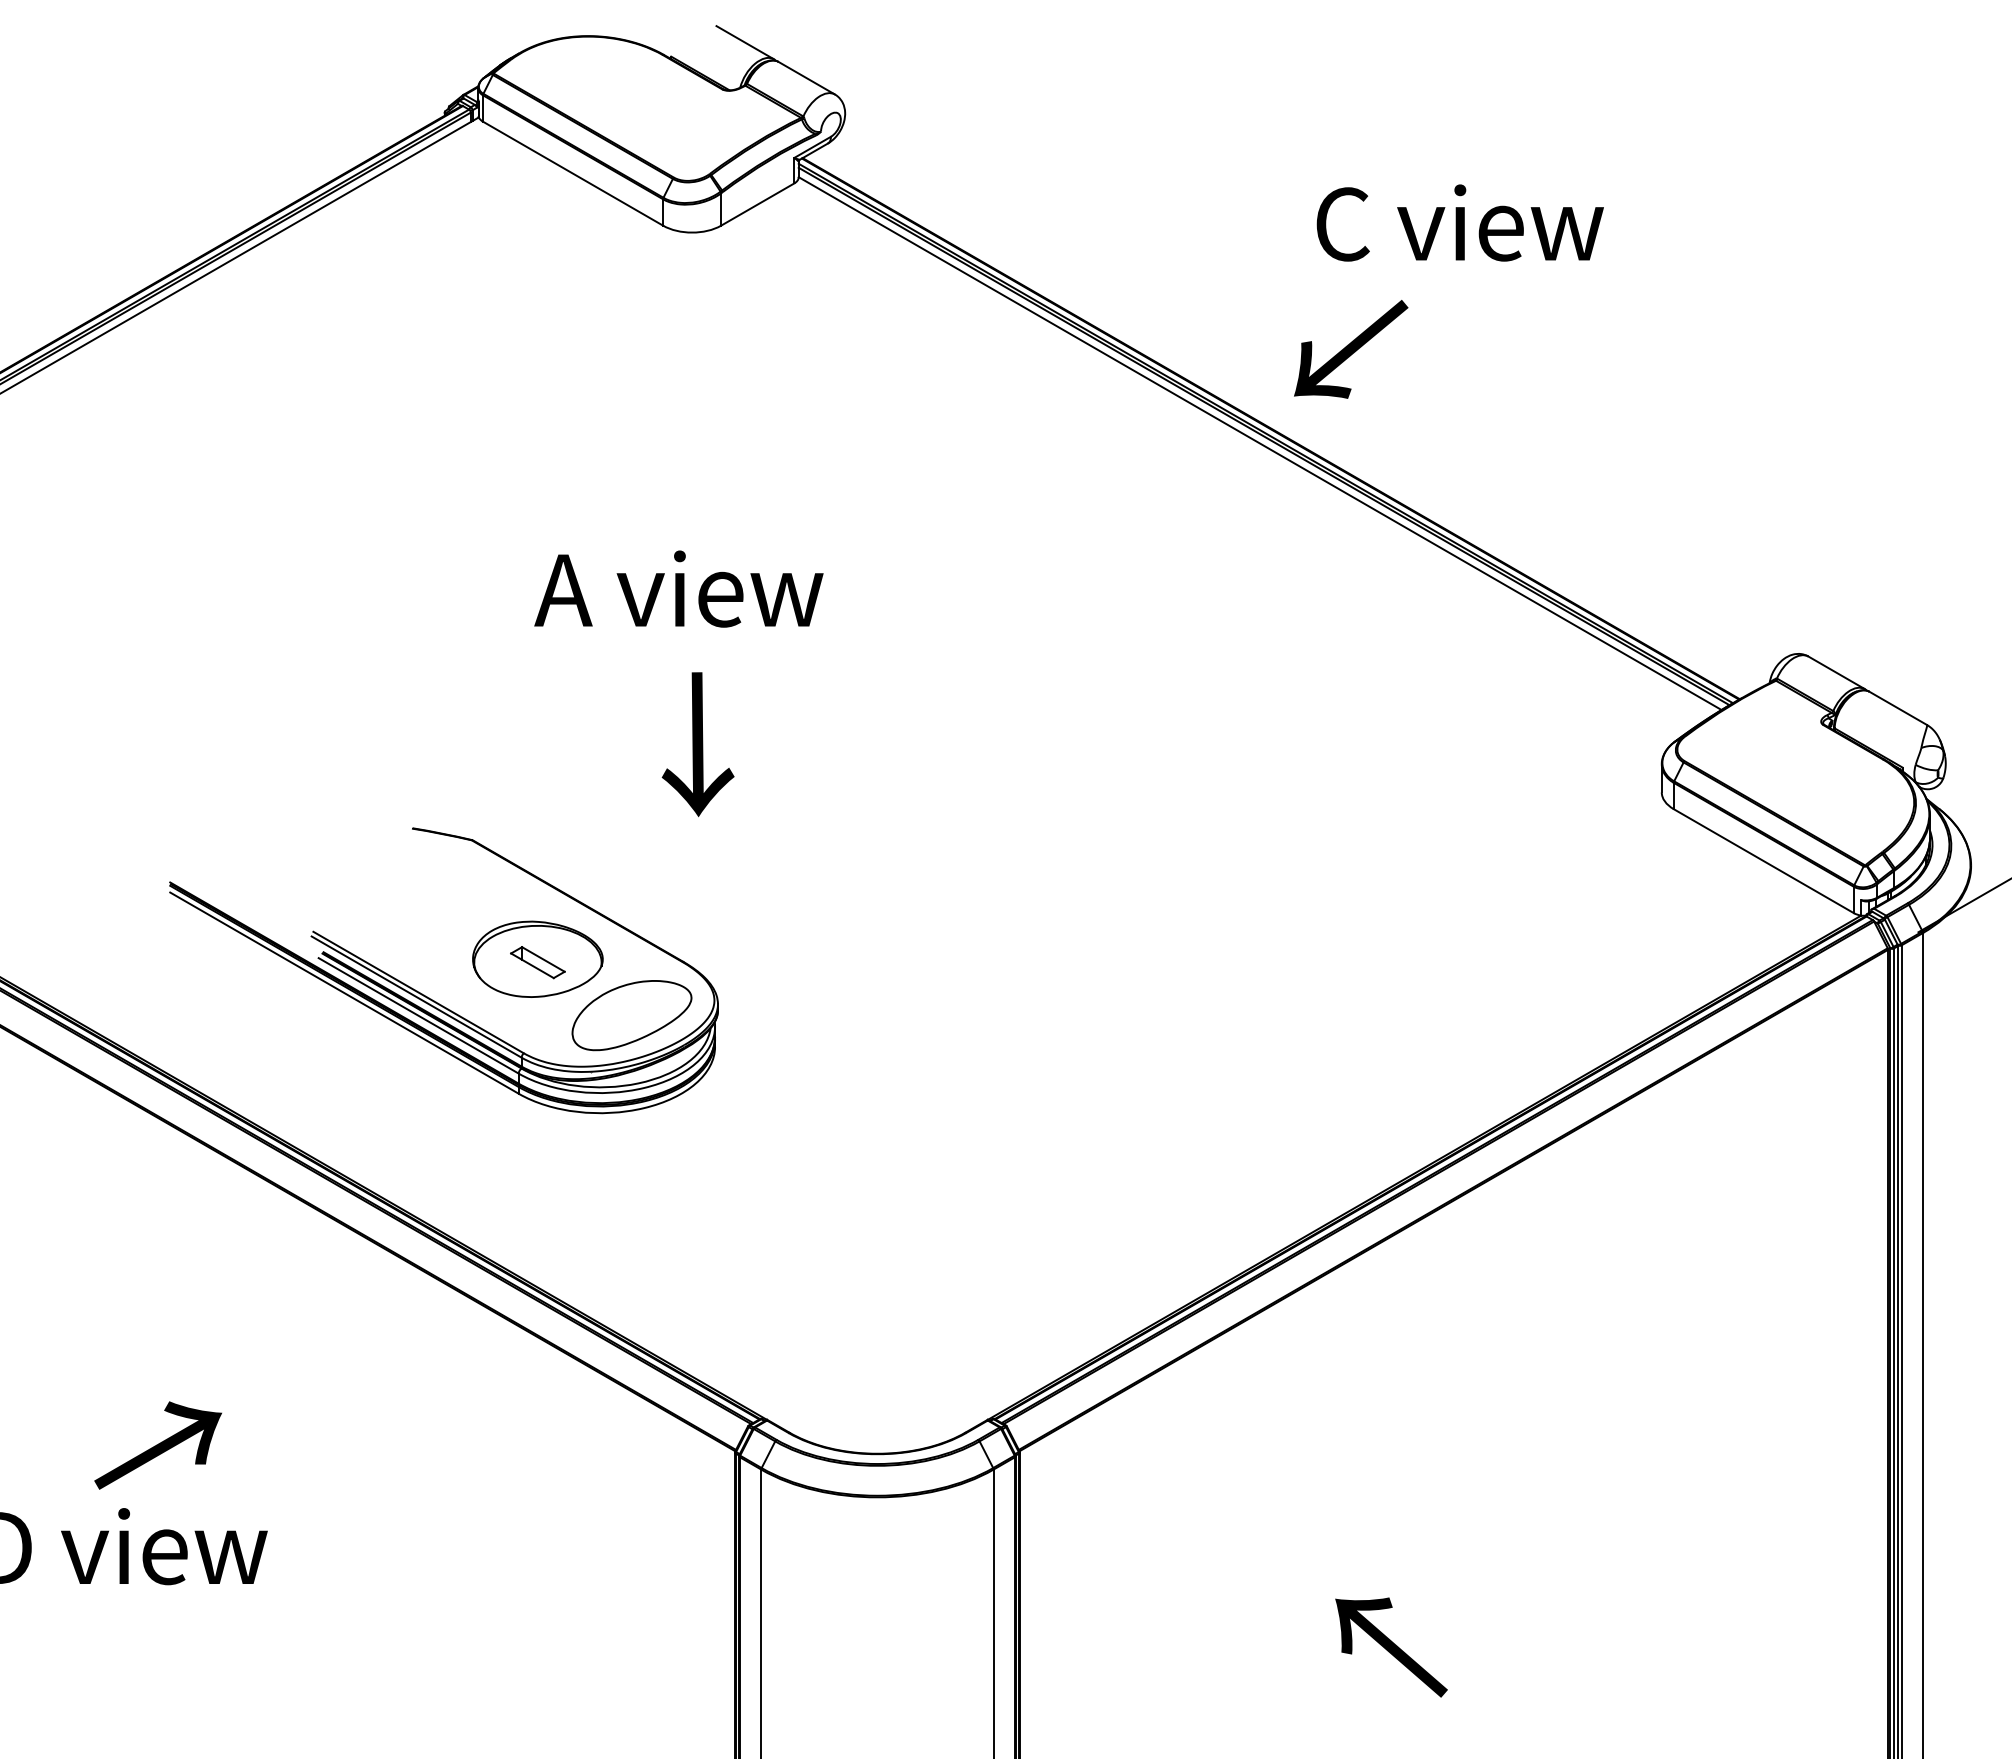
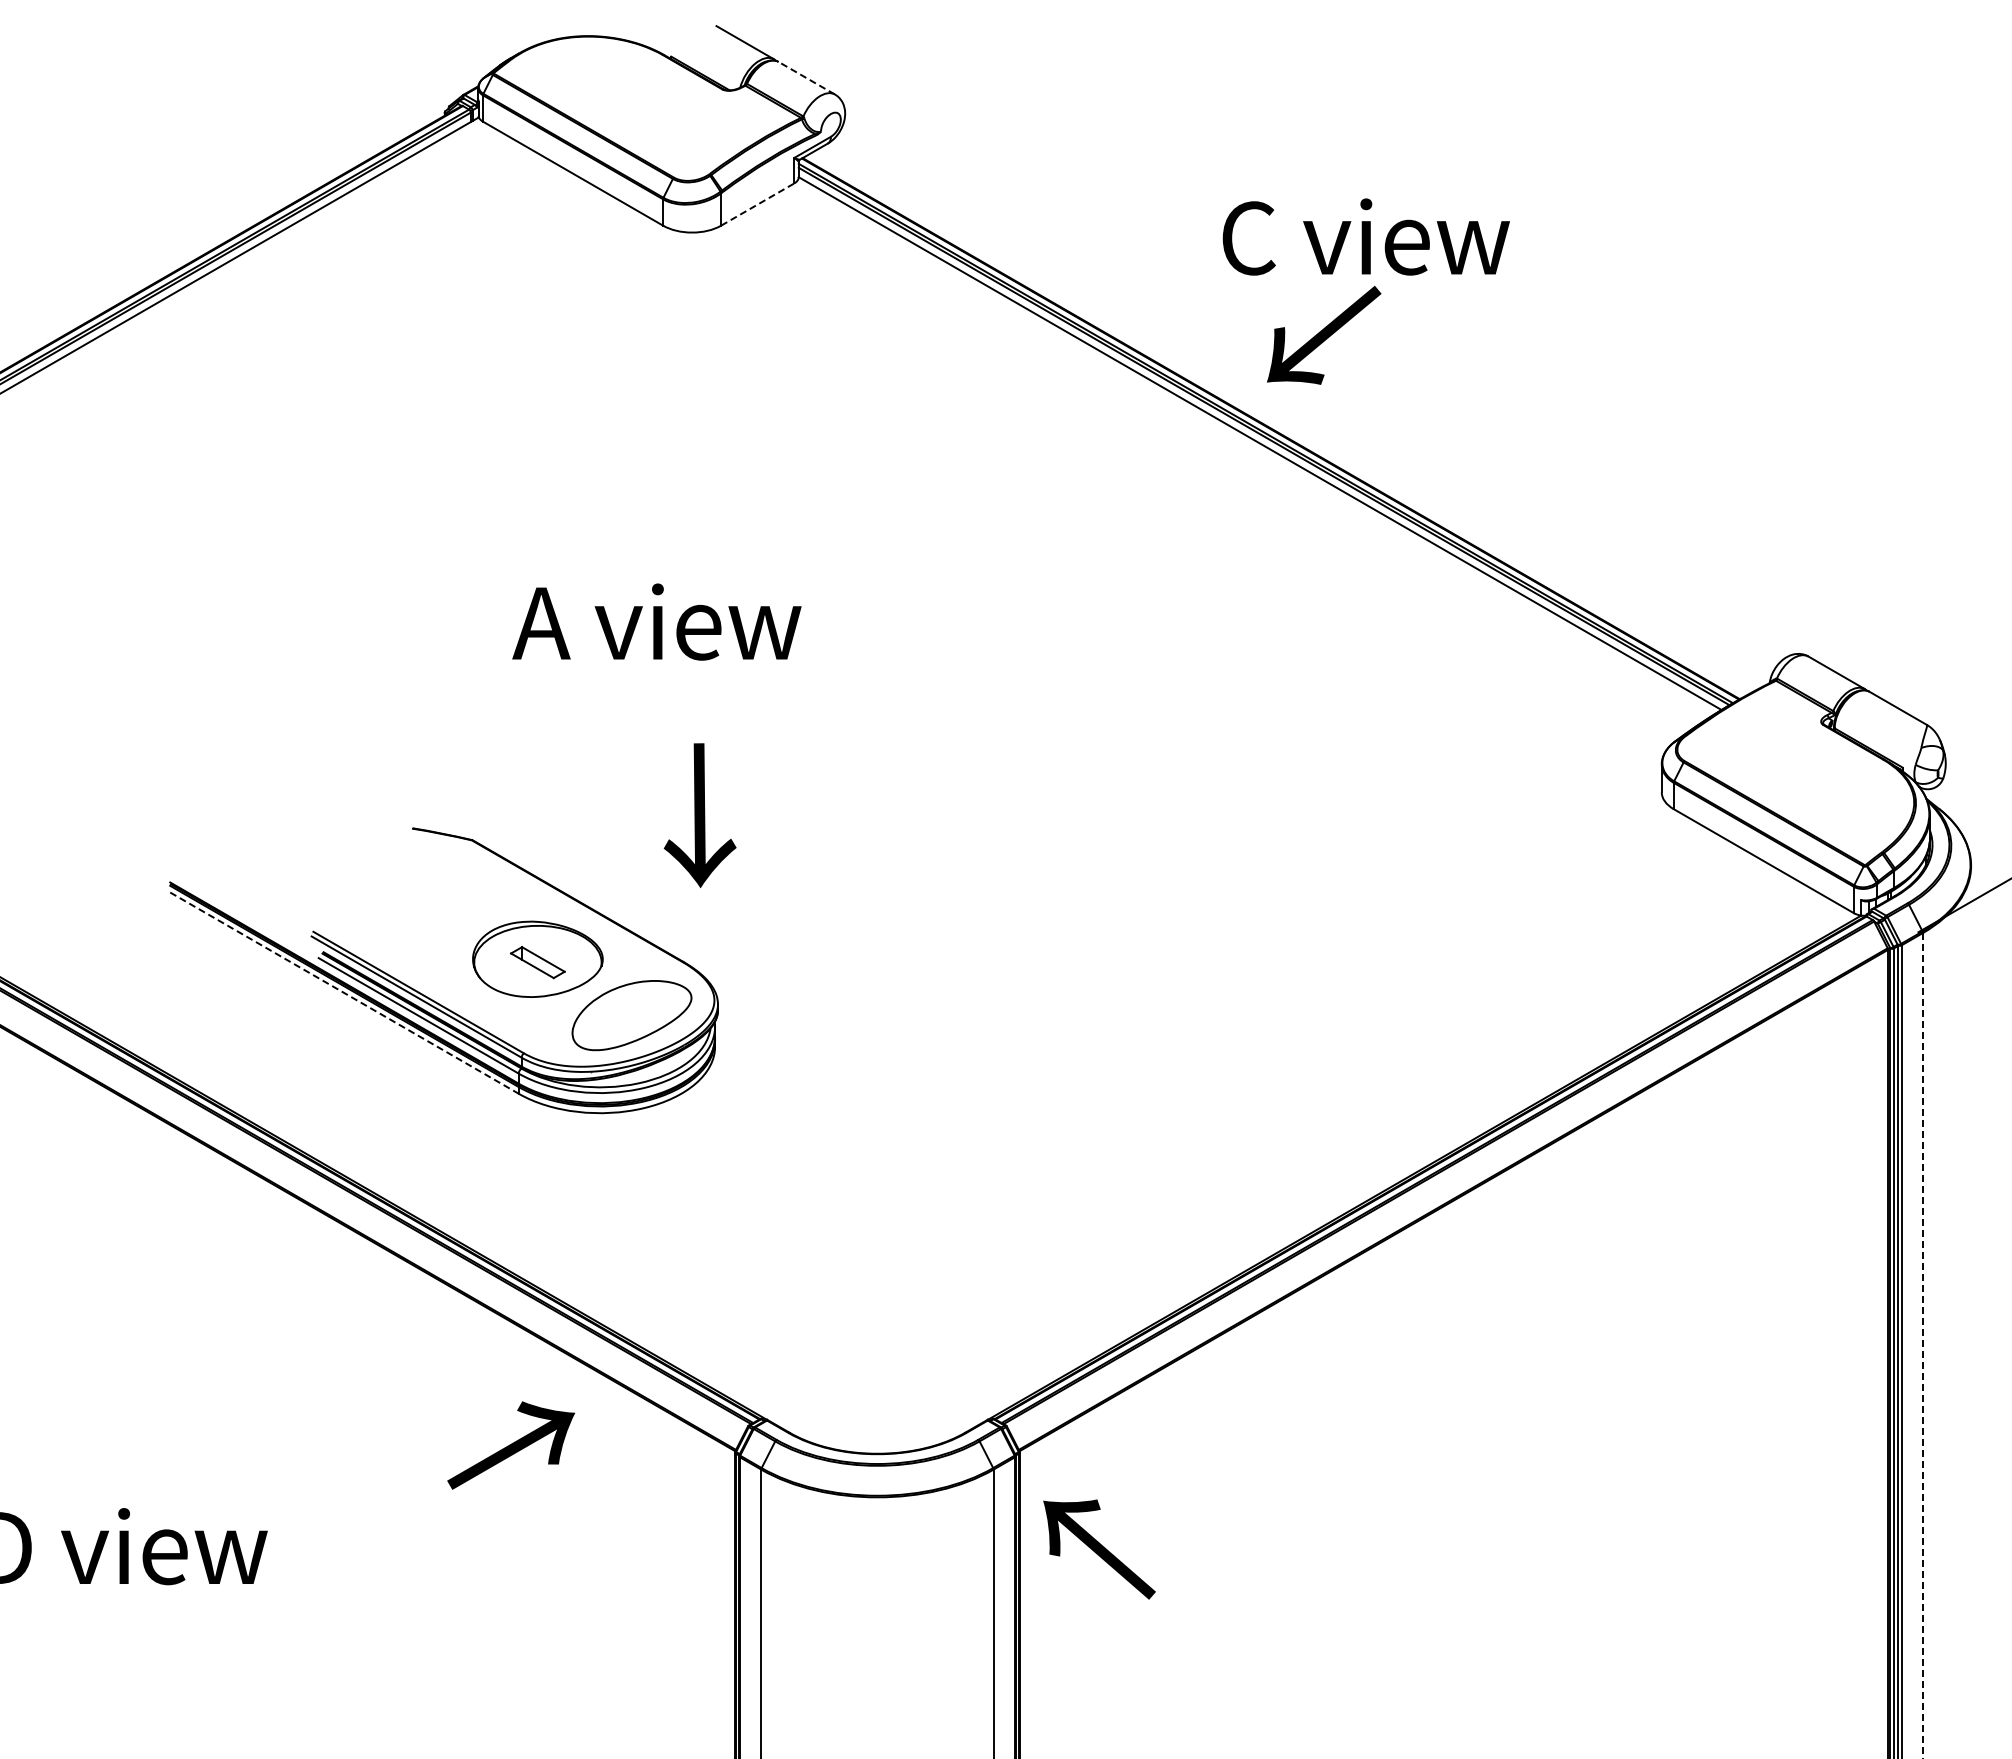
line at (806, 78): solid -> dashed
line at (758, 204): solid -> dashed
text at (1459, 222) position: (1459, 222) -> (1365, 236)
text at (1351, 349) position: (1351, 349) -> (1324, 335)
text at (678, 588) position: (678, 588) -> (656, 621)
text at (697, 744) position: (697, 744) -> (699, 815)
line at (344, 993): solid -> dashed
line at (1923, 1345): solid -> dashed
text at (157, 1445) position: (157, 1445) -> (510, 1445)
text at (1391, 1647) position: (1391, 1647) -> (1099, 1549)
